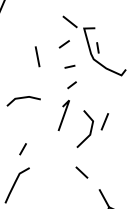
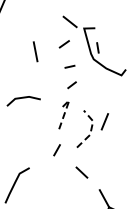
line at (37, 56) position: (37, 56) -> (35, 51)
line at (65, 110): solid -> dashed
line at (91, 129): solid -> dashed
line at (22, 149) position: (22, 149) -> (56, 150)
